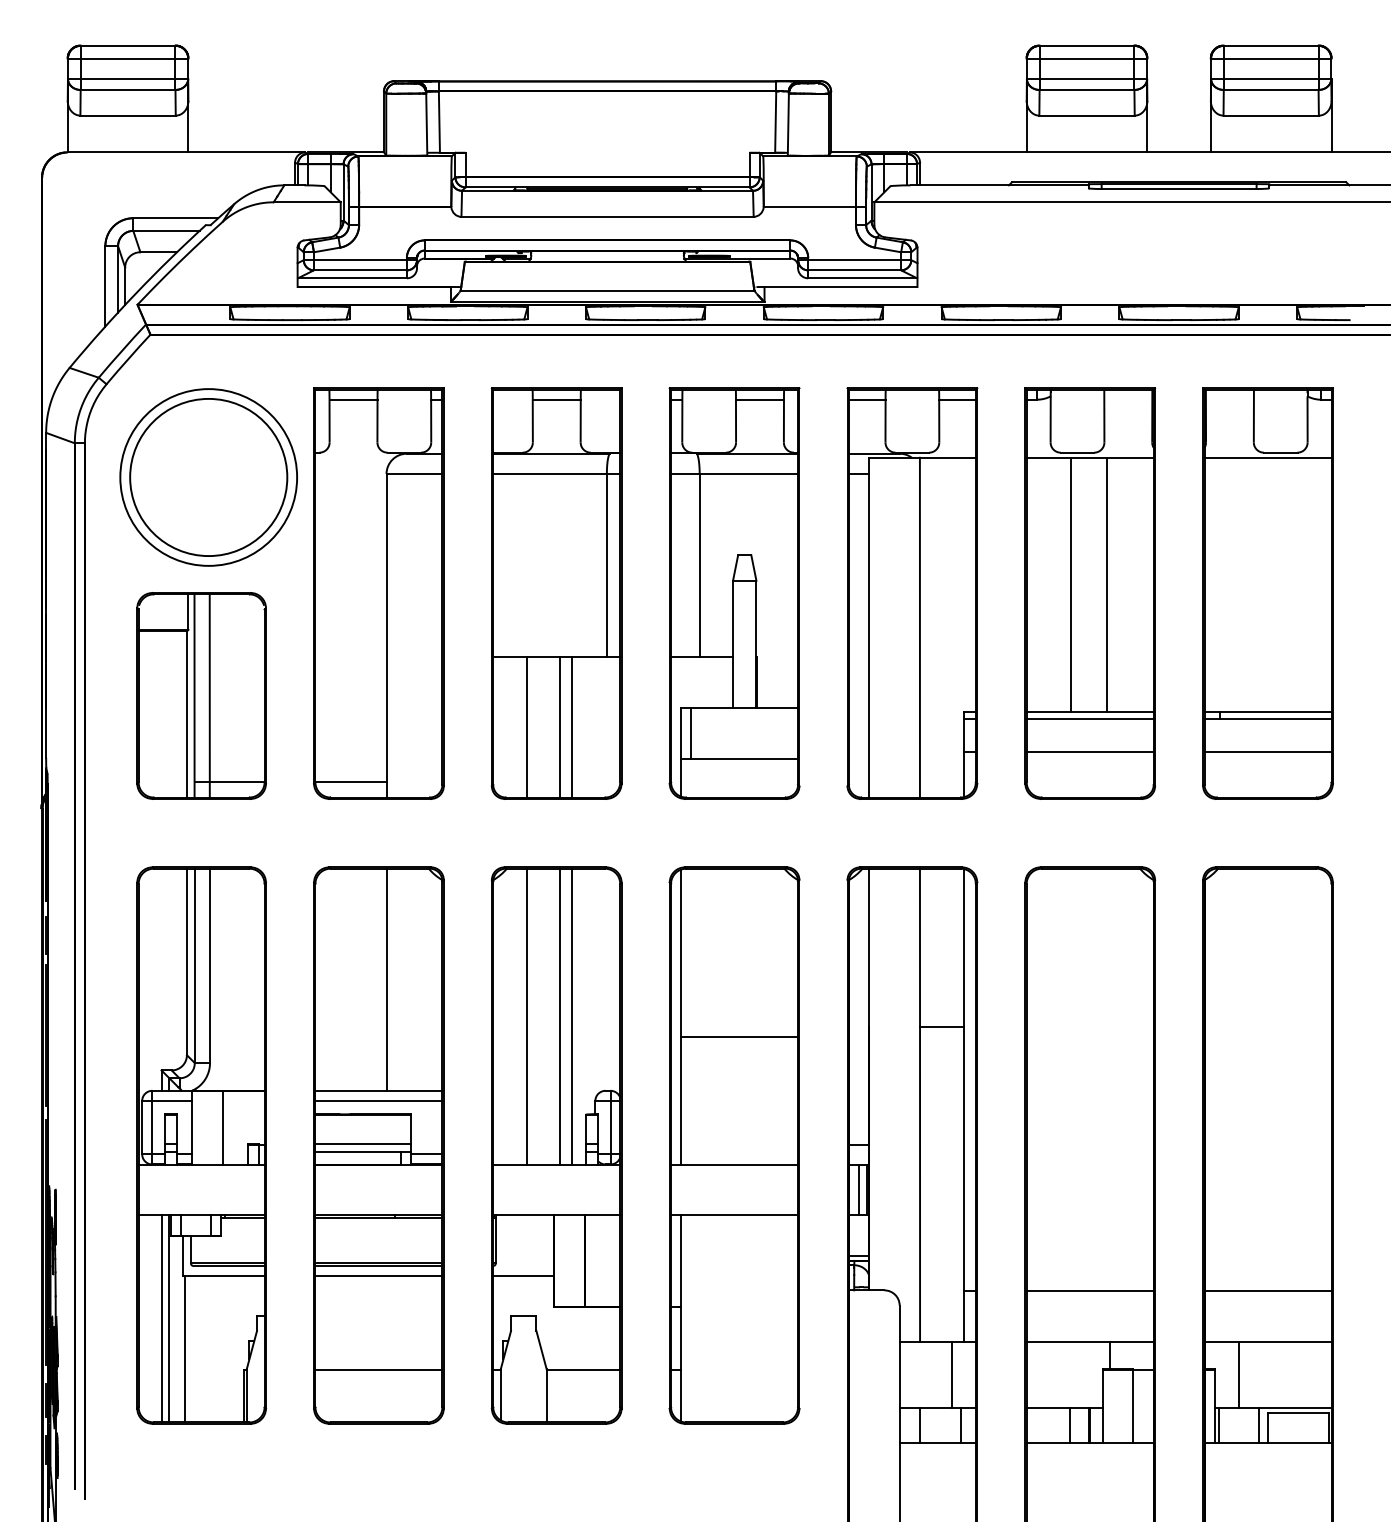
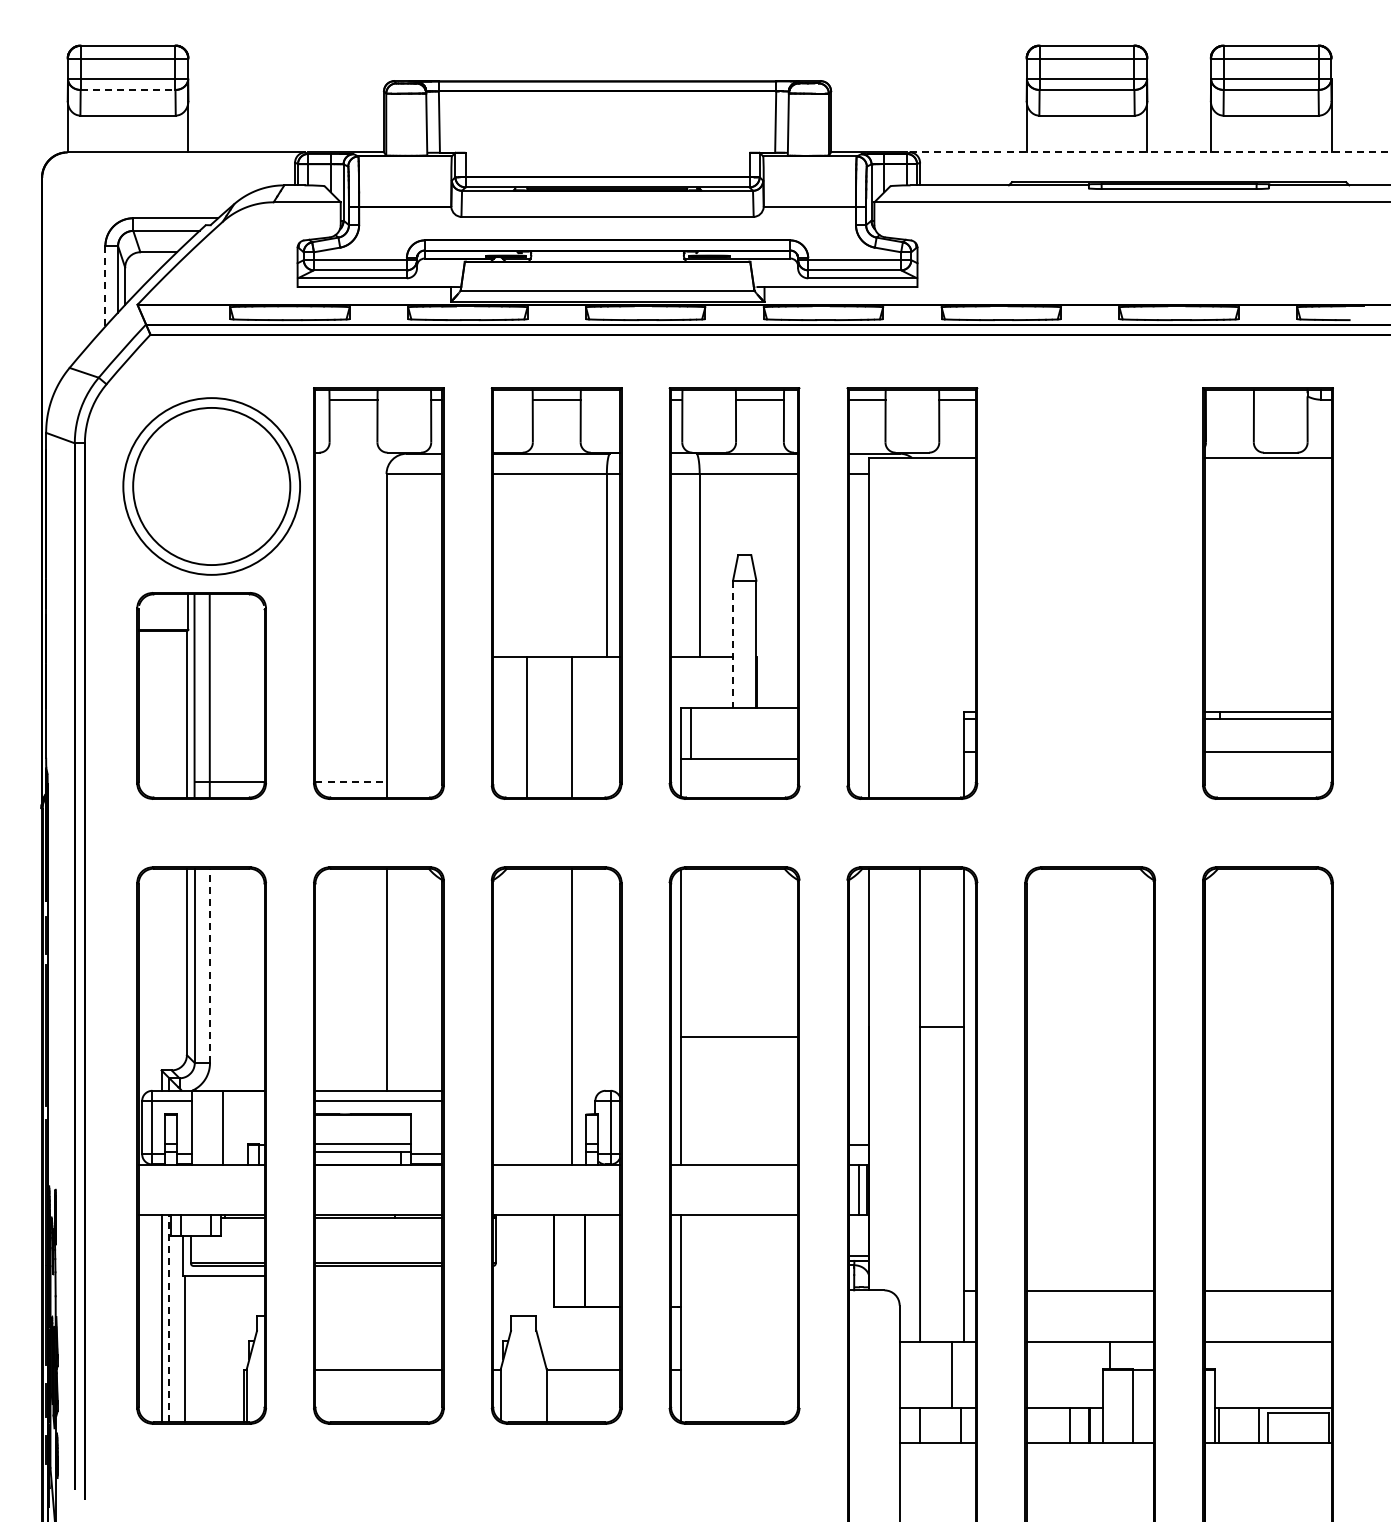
line at (128, 89): solid -> dashed
line at (1150, 152): solid -> dashed
line at (105, 286): solid -> dashed
part at (208, 477) position: (208, 477) -> (211, 486)
part at (1090, 593): present -> none
line at (919, 627): present -> none
line at (733, 644): solid -> dashed
line at (559, 726): present -> none
line at (350, 782): solid -> dashed
line at (210, 965): solid -> dashed
line at (527, 1016): present -> none
line at (559, 1016): present -> none
line at (378, 1276): present -> none
line at (523, 1276): present -> none
line at (169, 1318): solid -> dashed
line at (1239, 1374): present -> none
